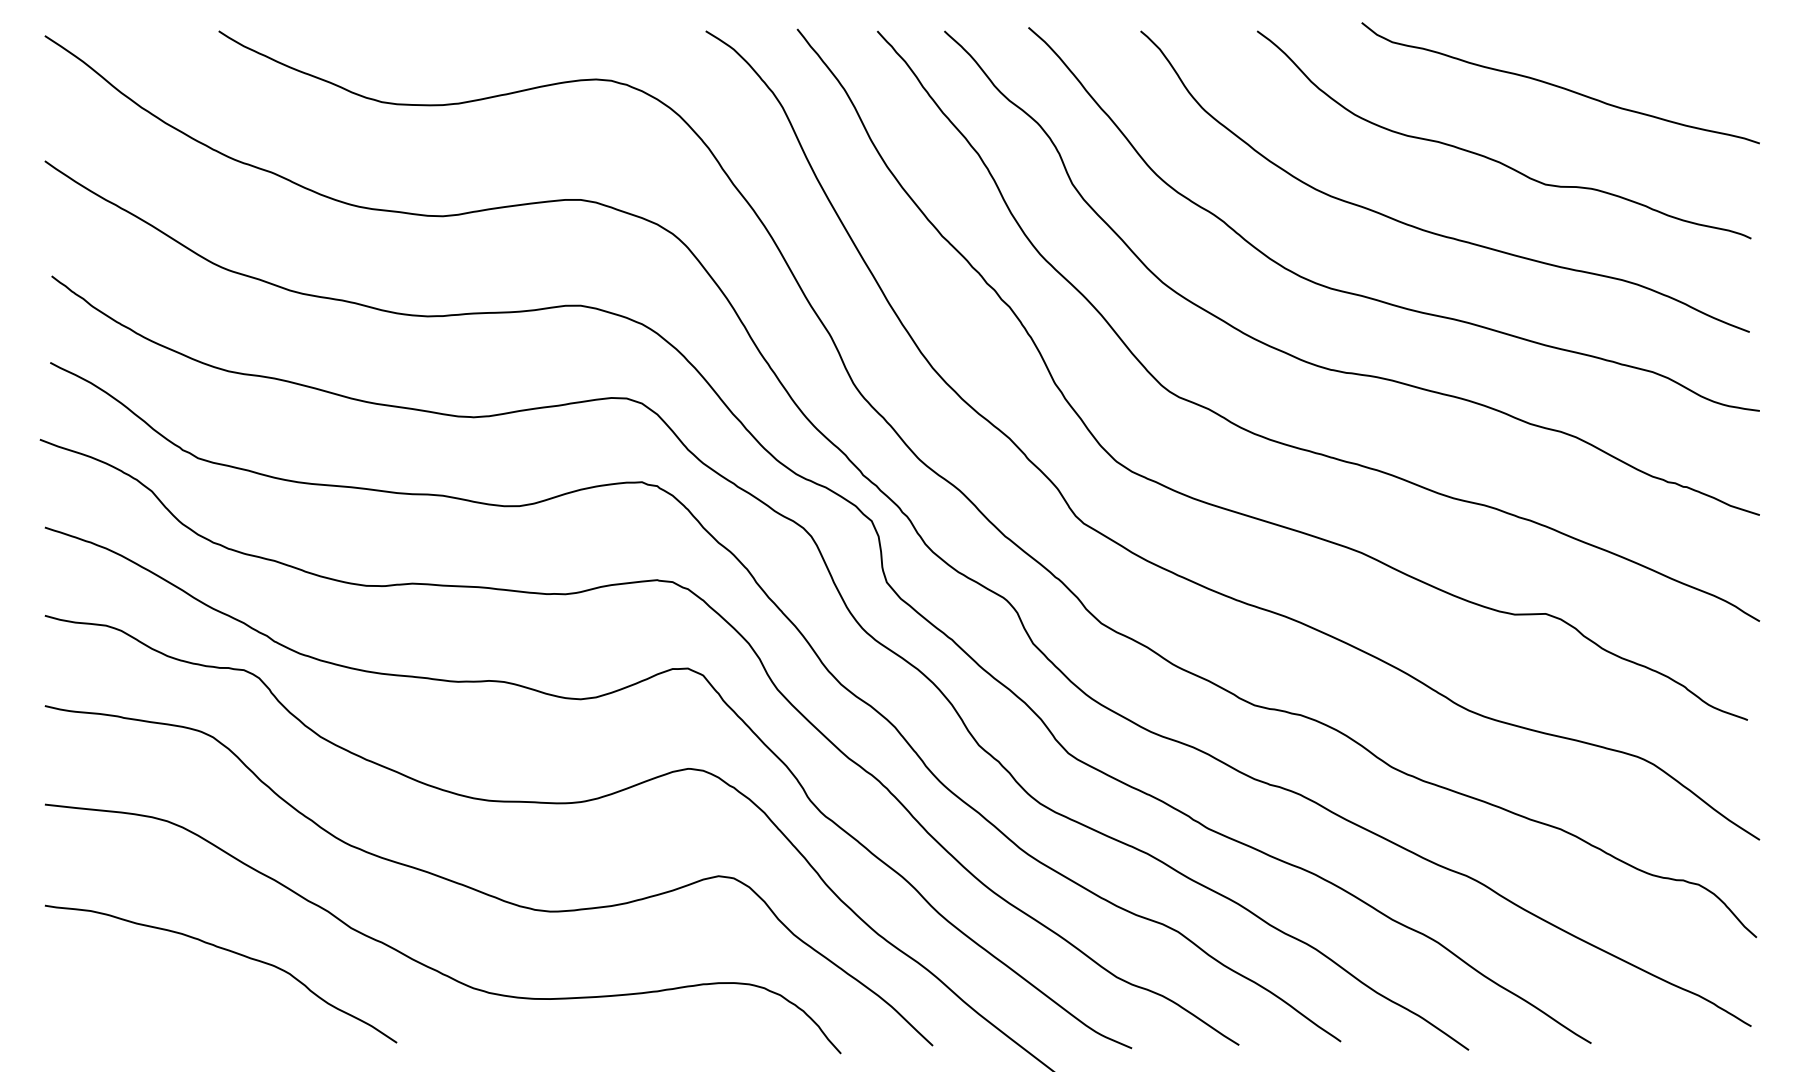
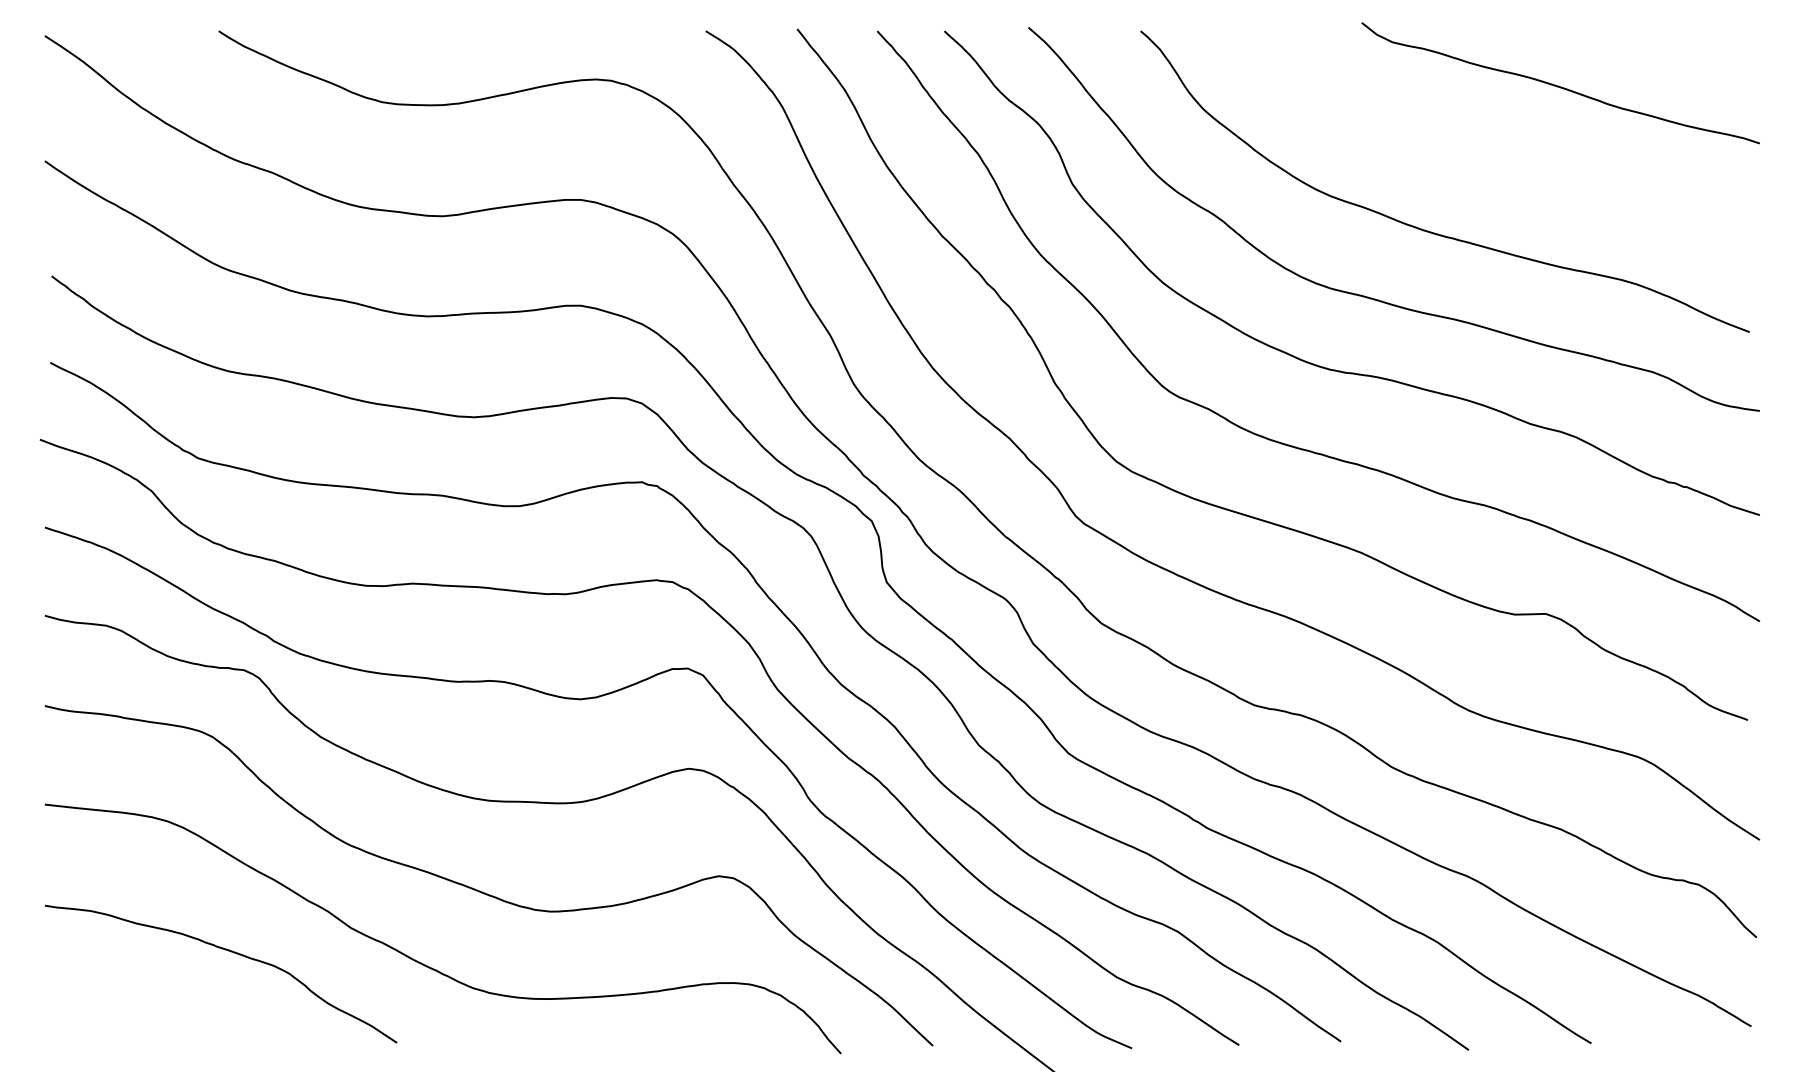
curve at (1495, 159): present -> none
